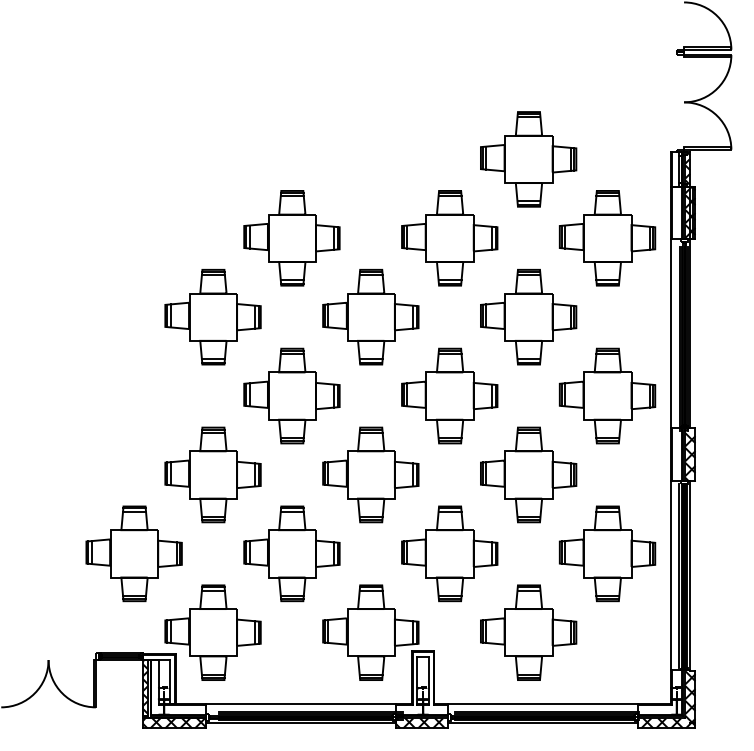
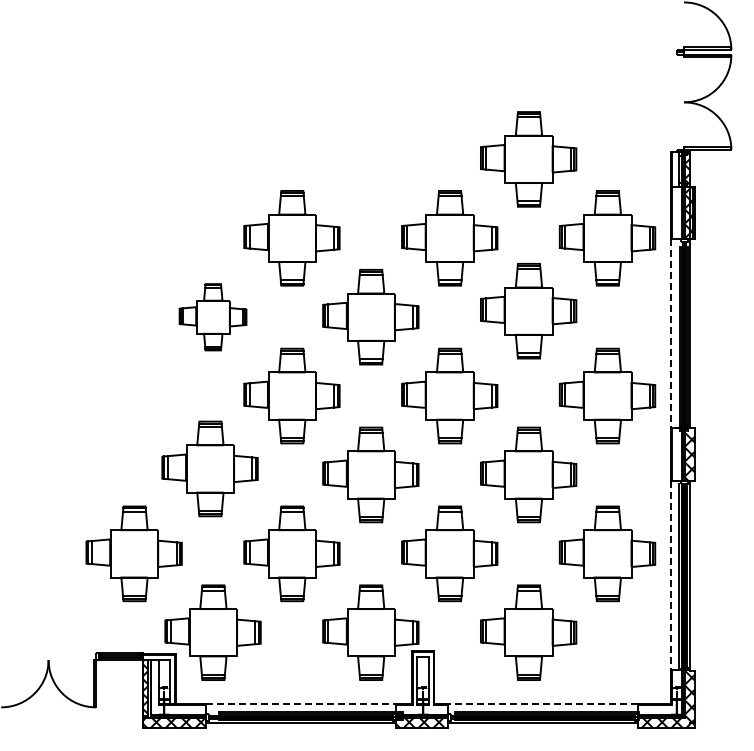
part at (212, 317) size: 98x97 px -> 70x69 px
part at (528, 317) position: (528, 317) -> (528, 311)
line at (671, 333): solid -> dashed
part at (212, 474) position: (212, 474) -> (209, 468)
line at (671, 575): solid -> dashed
line at (301, 703): solid -> dashed
line at (542, 703): solid -> dashed
